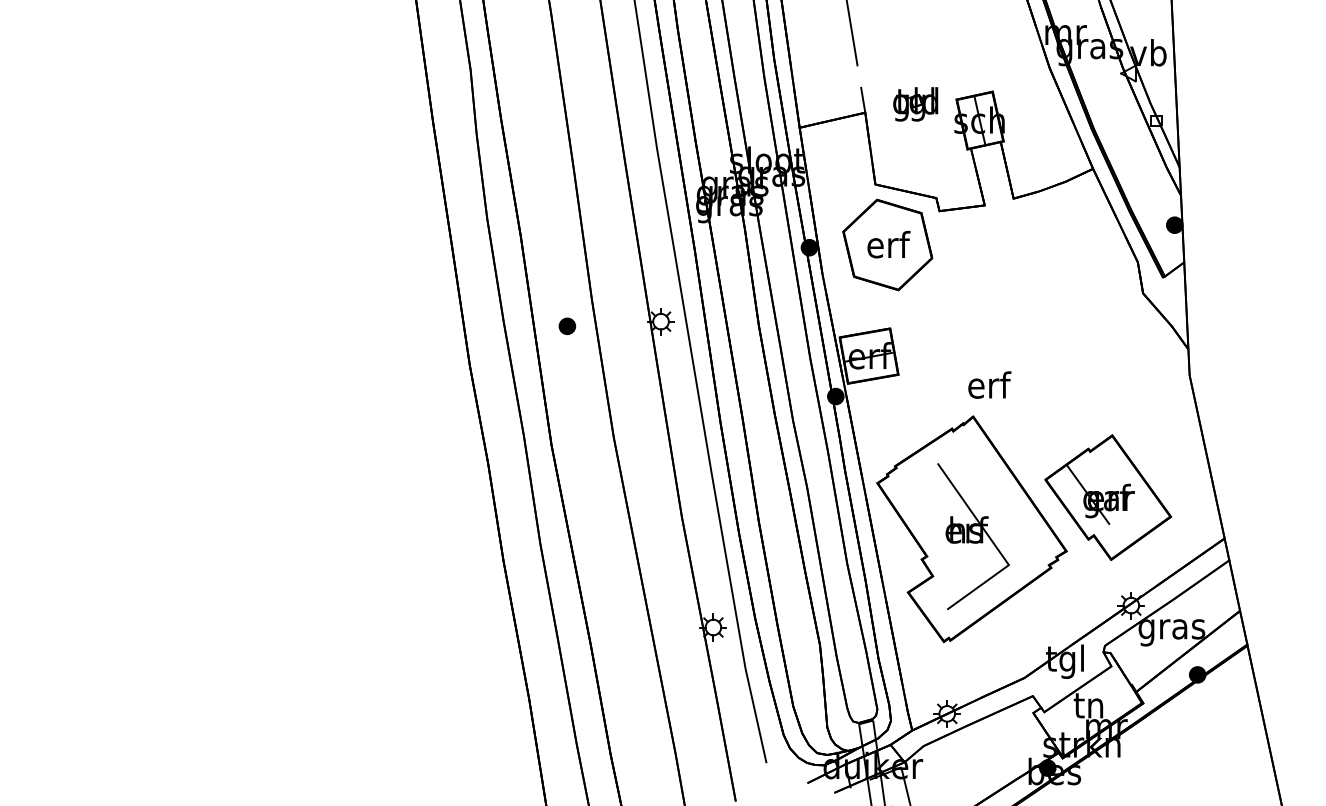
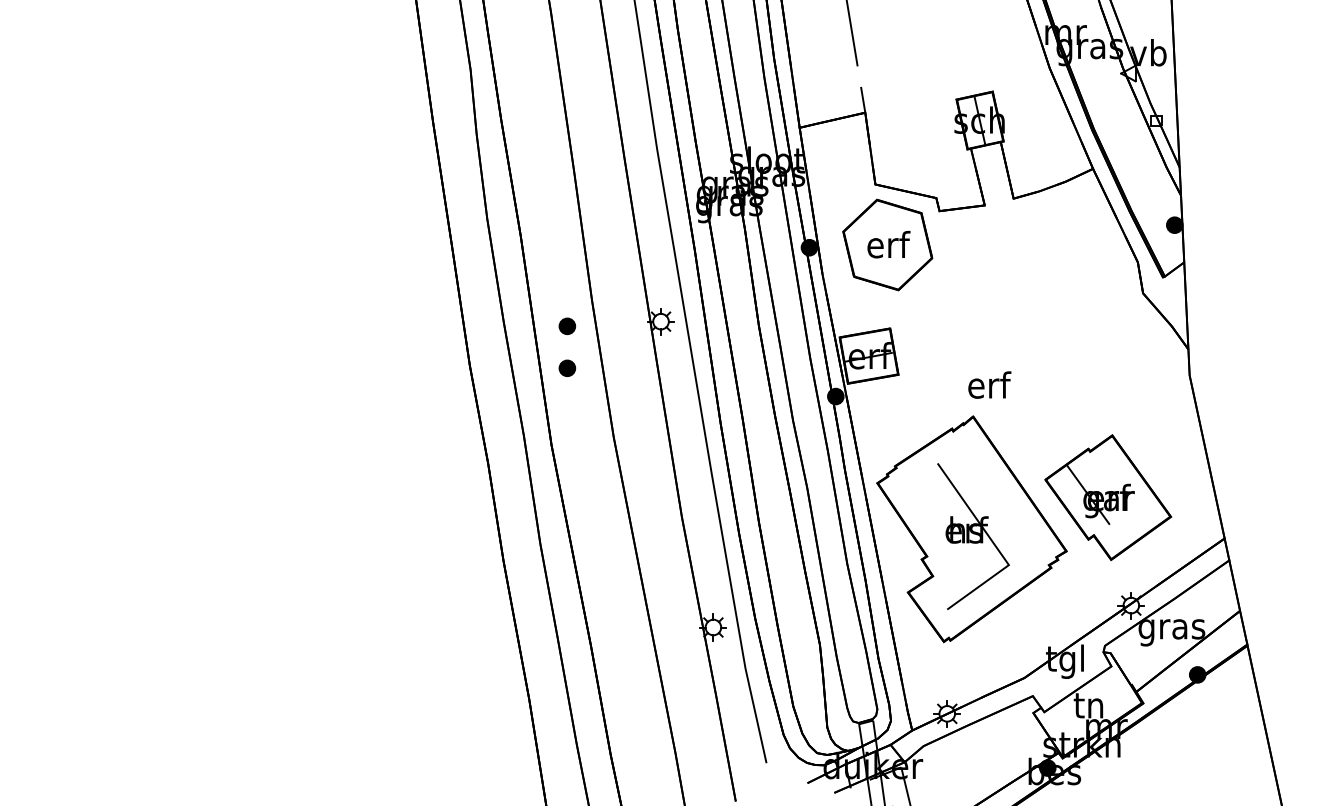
part at (915, 104): present -> none
part at (567, 368): none -> present
